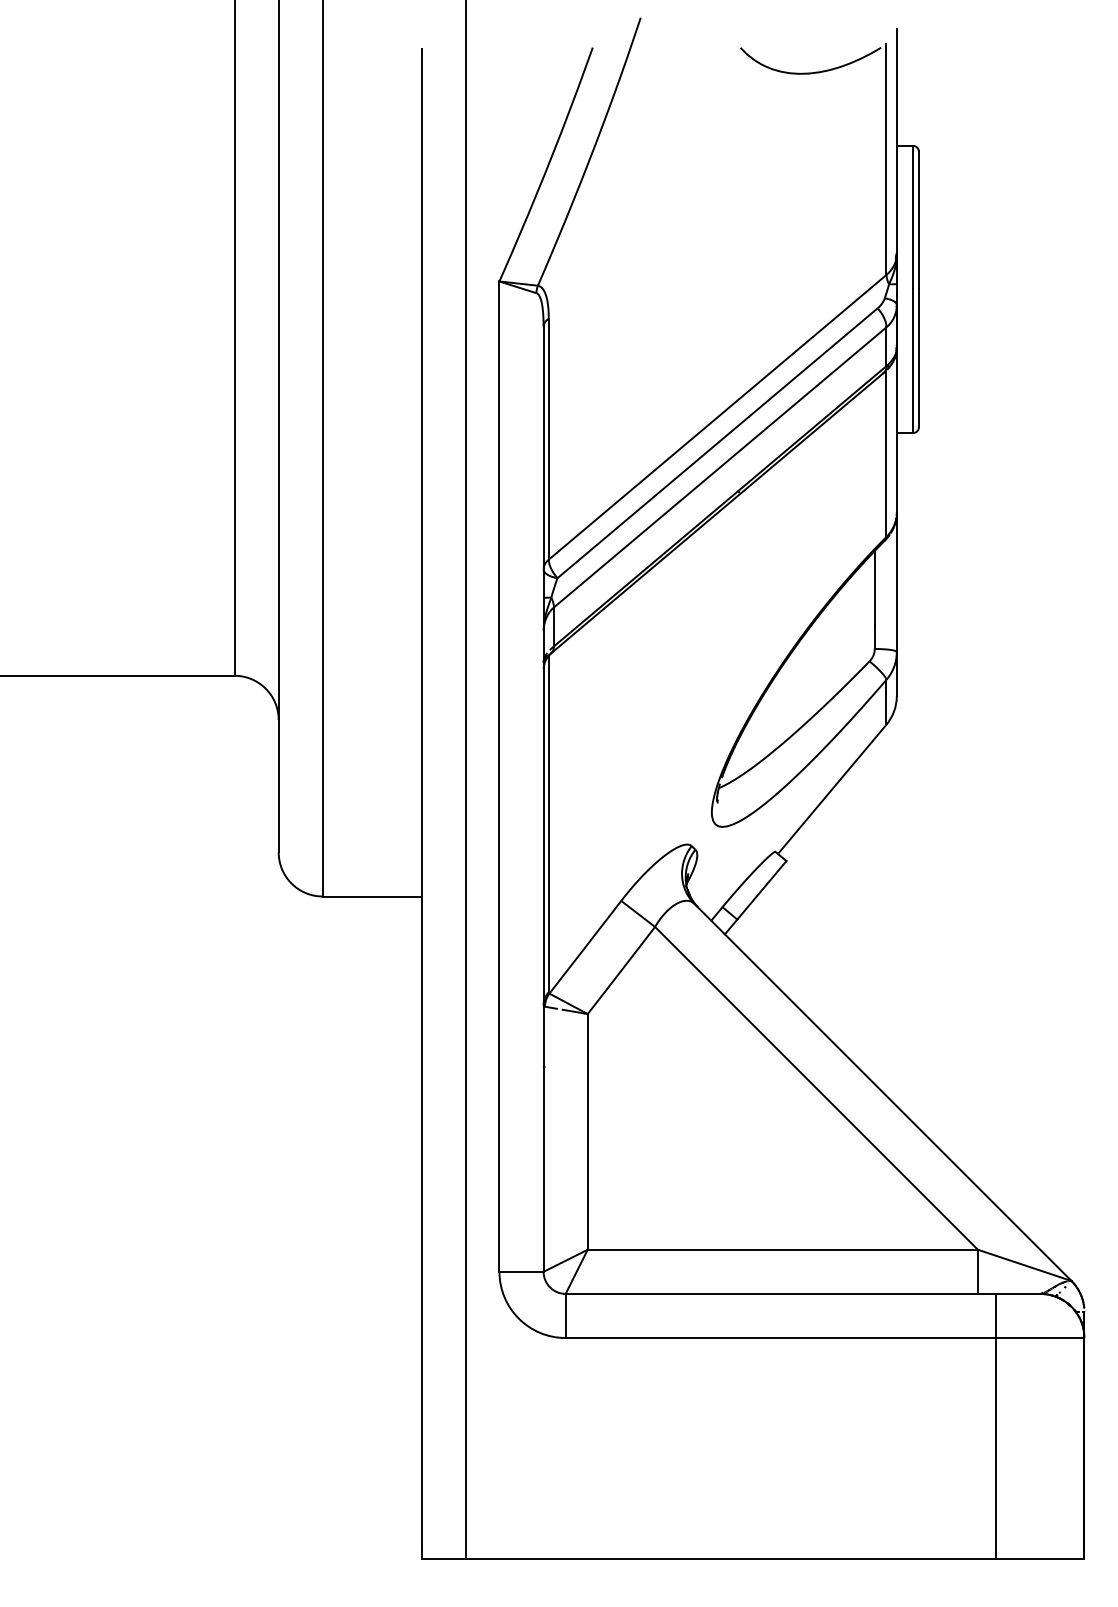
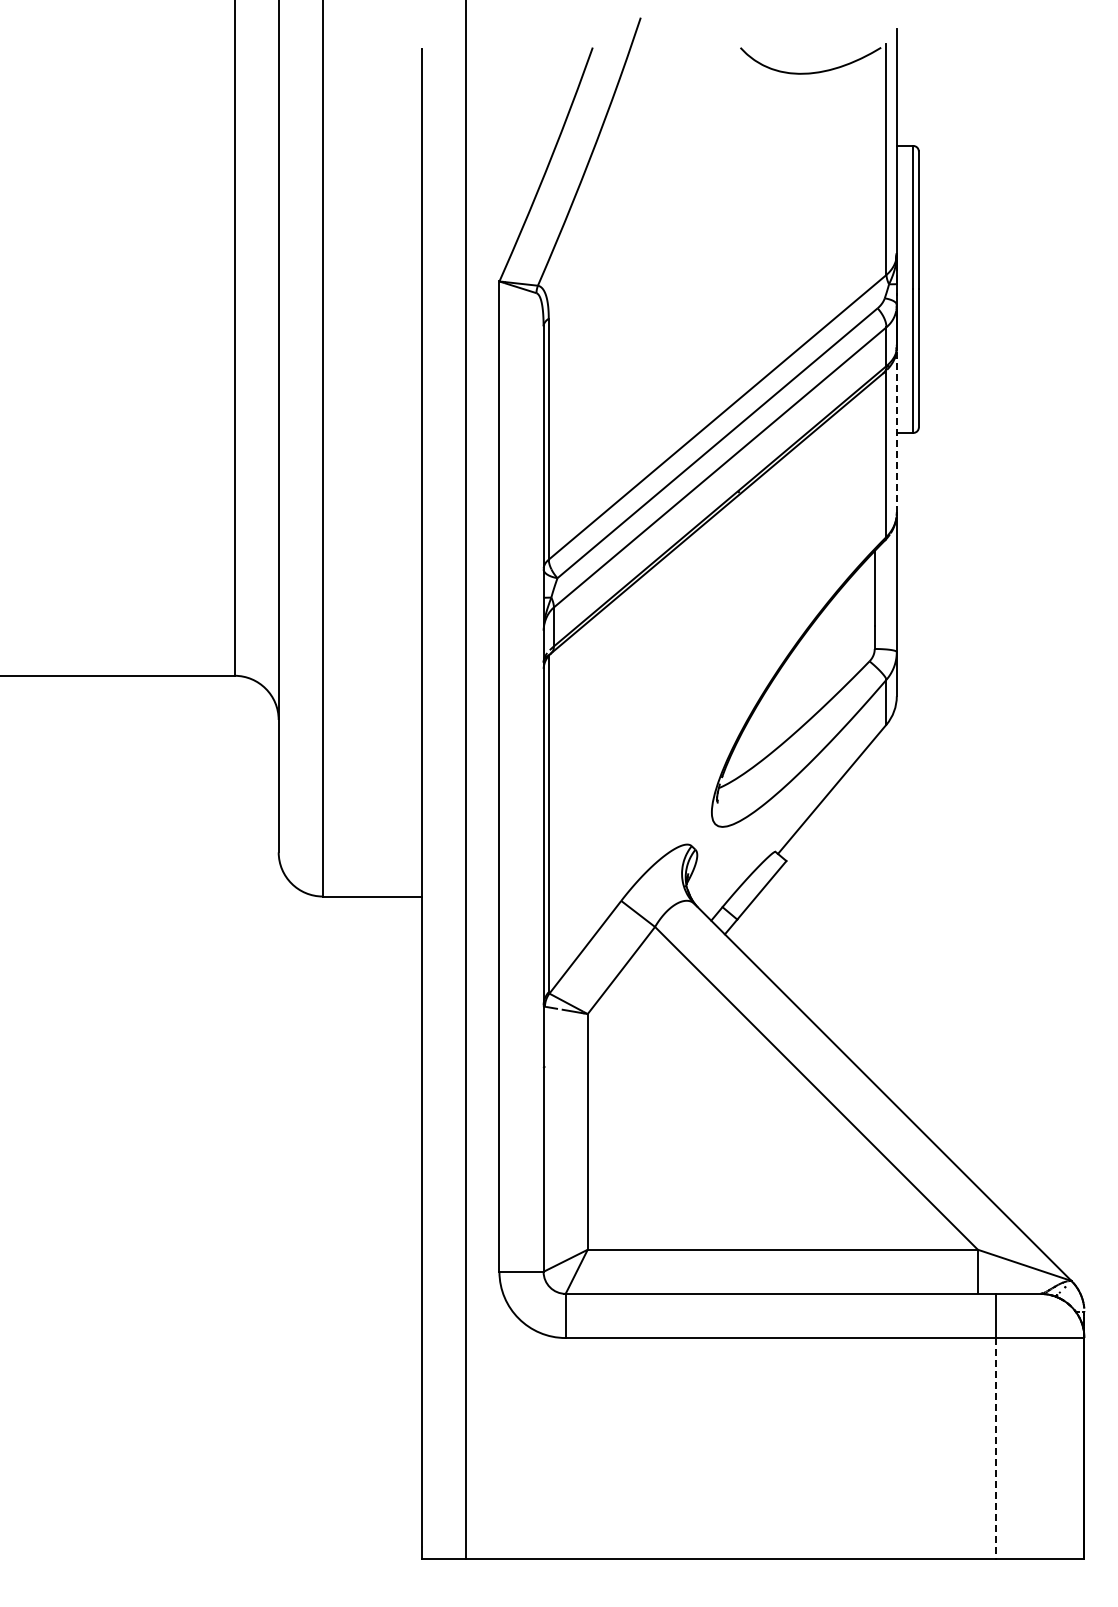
line at (896, 430): solid -> dashed
line at (996, 1448): solid -> dashed
